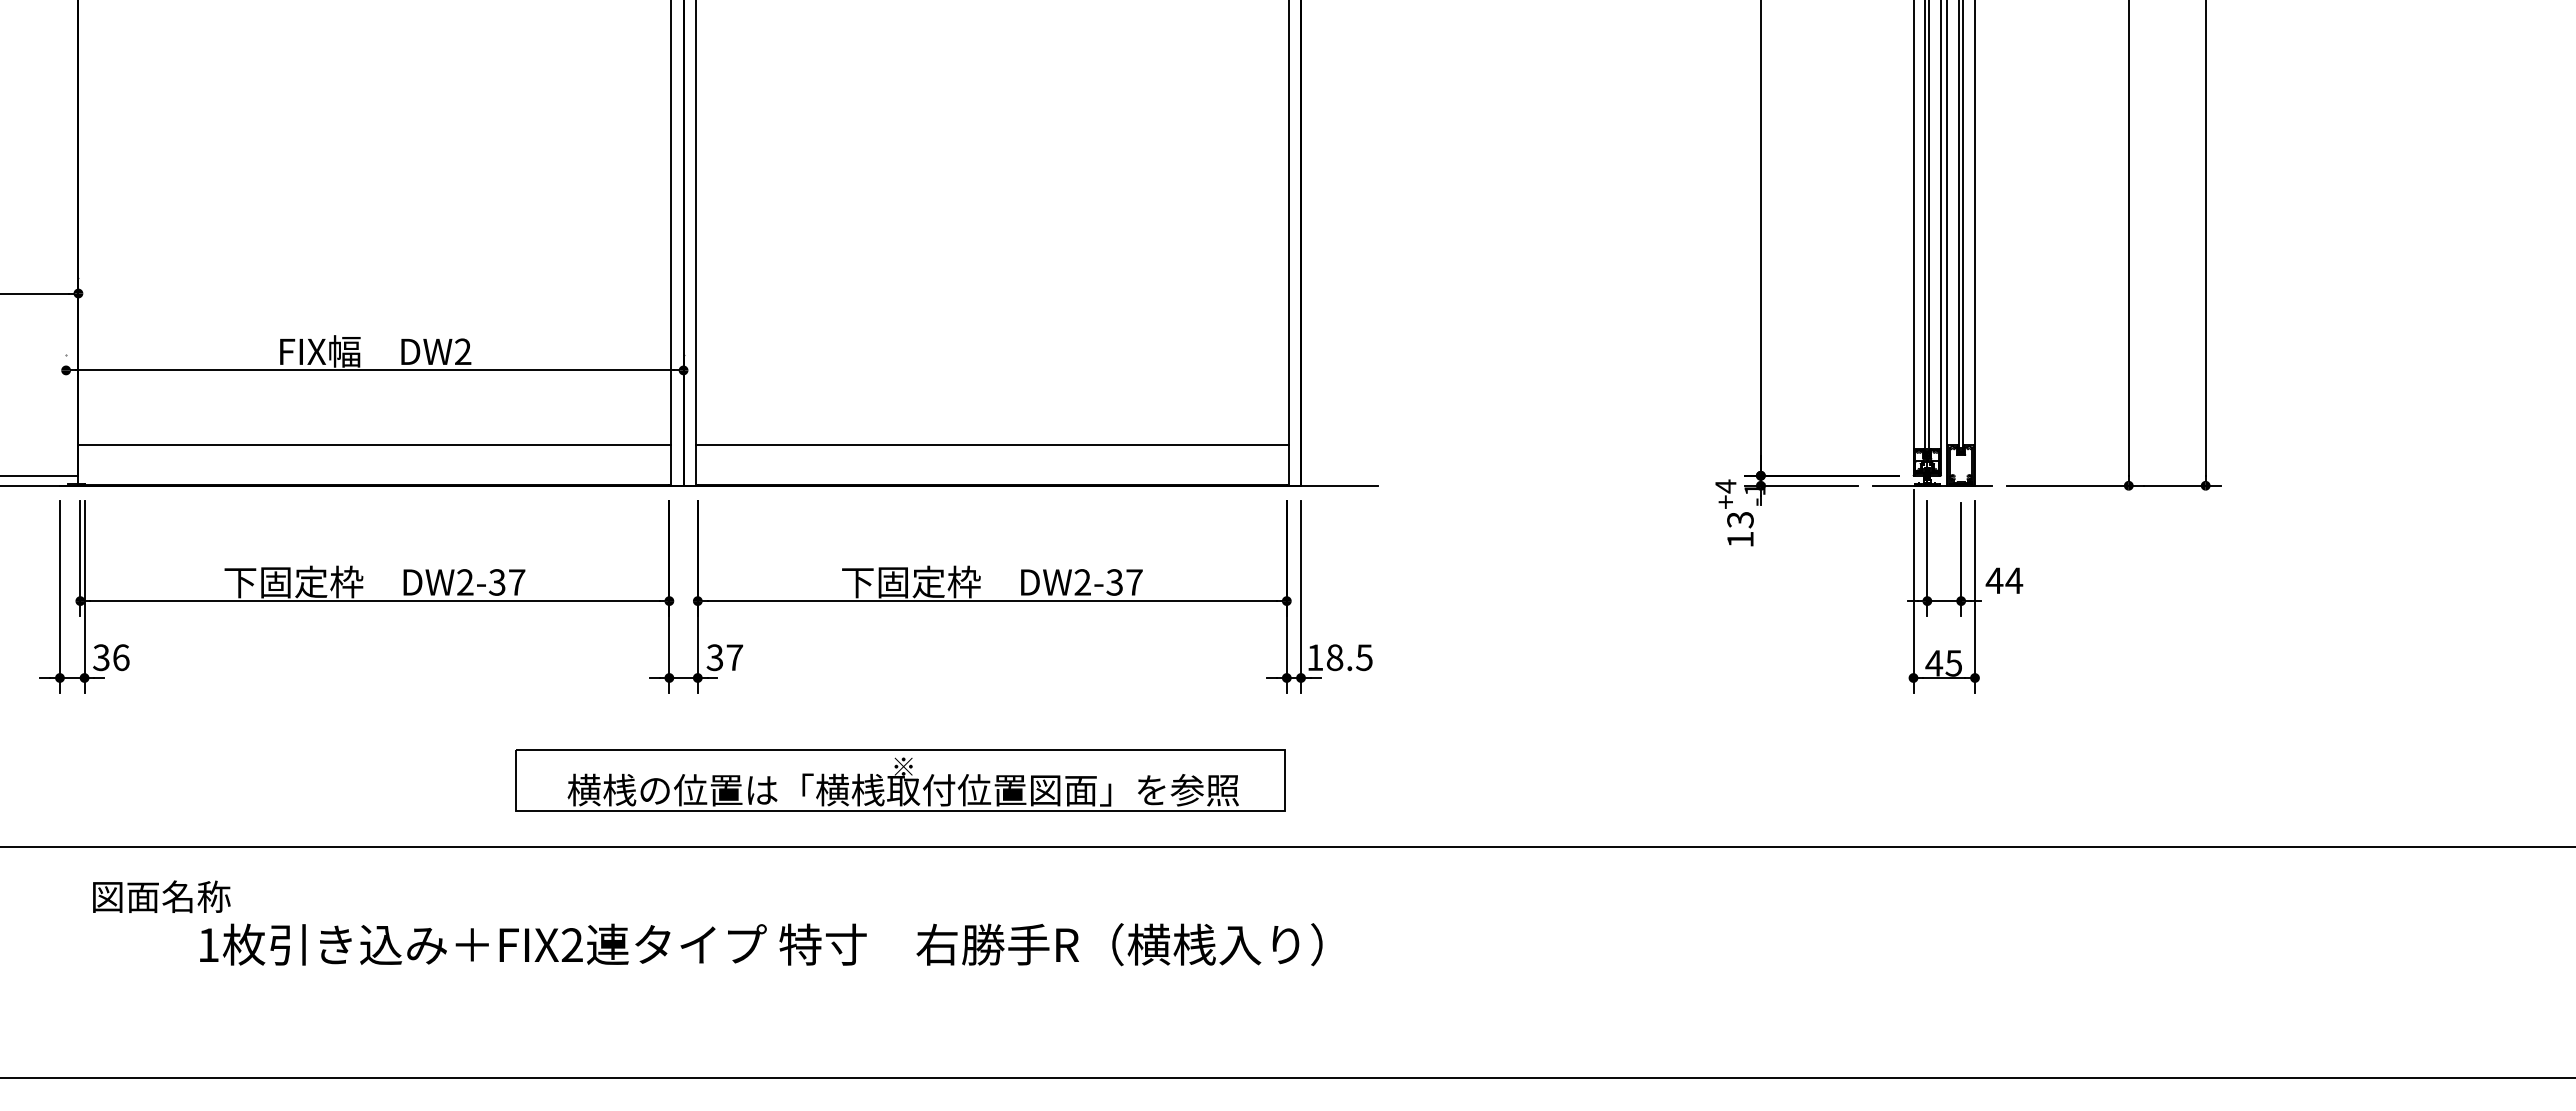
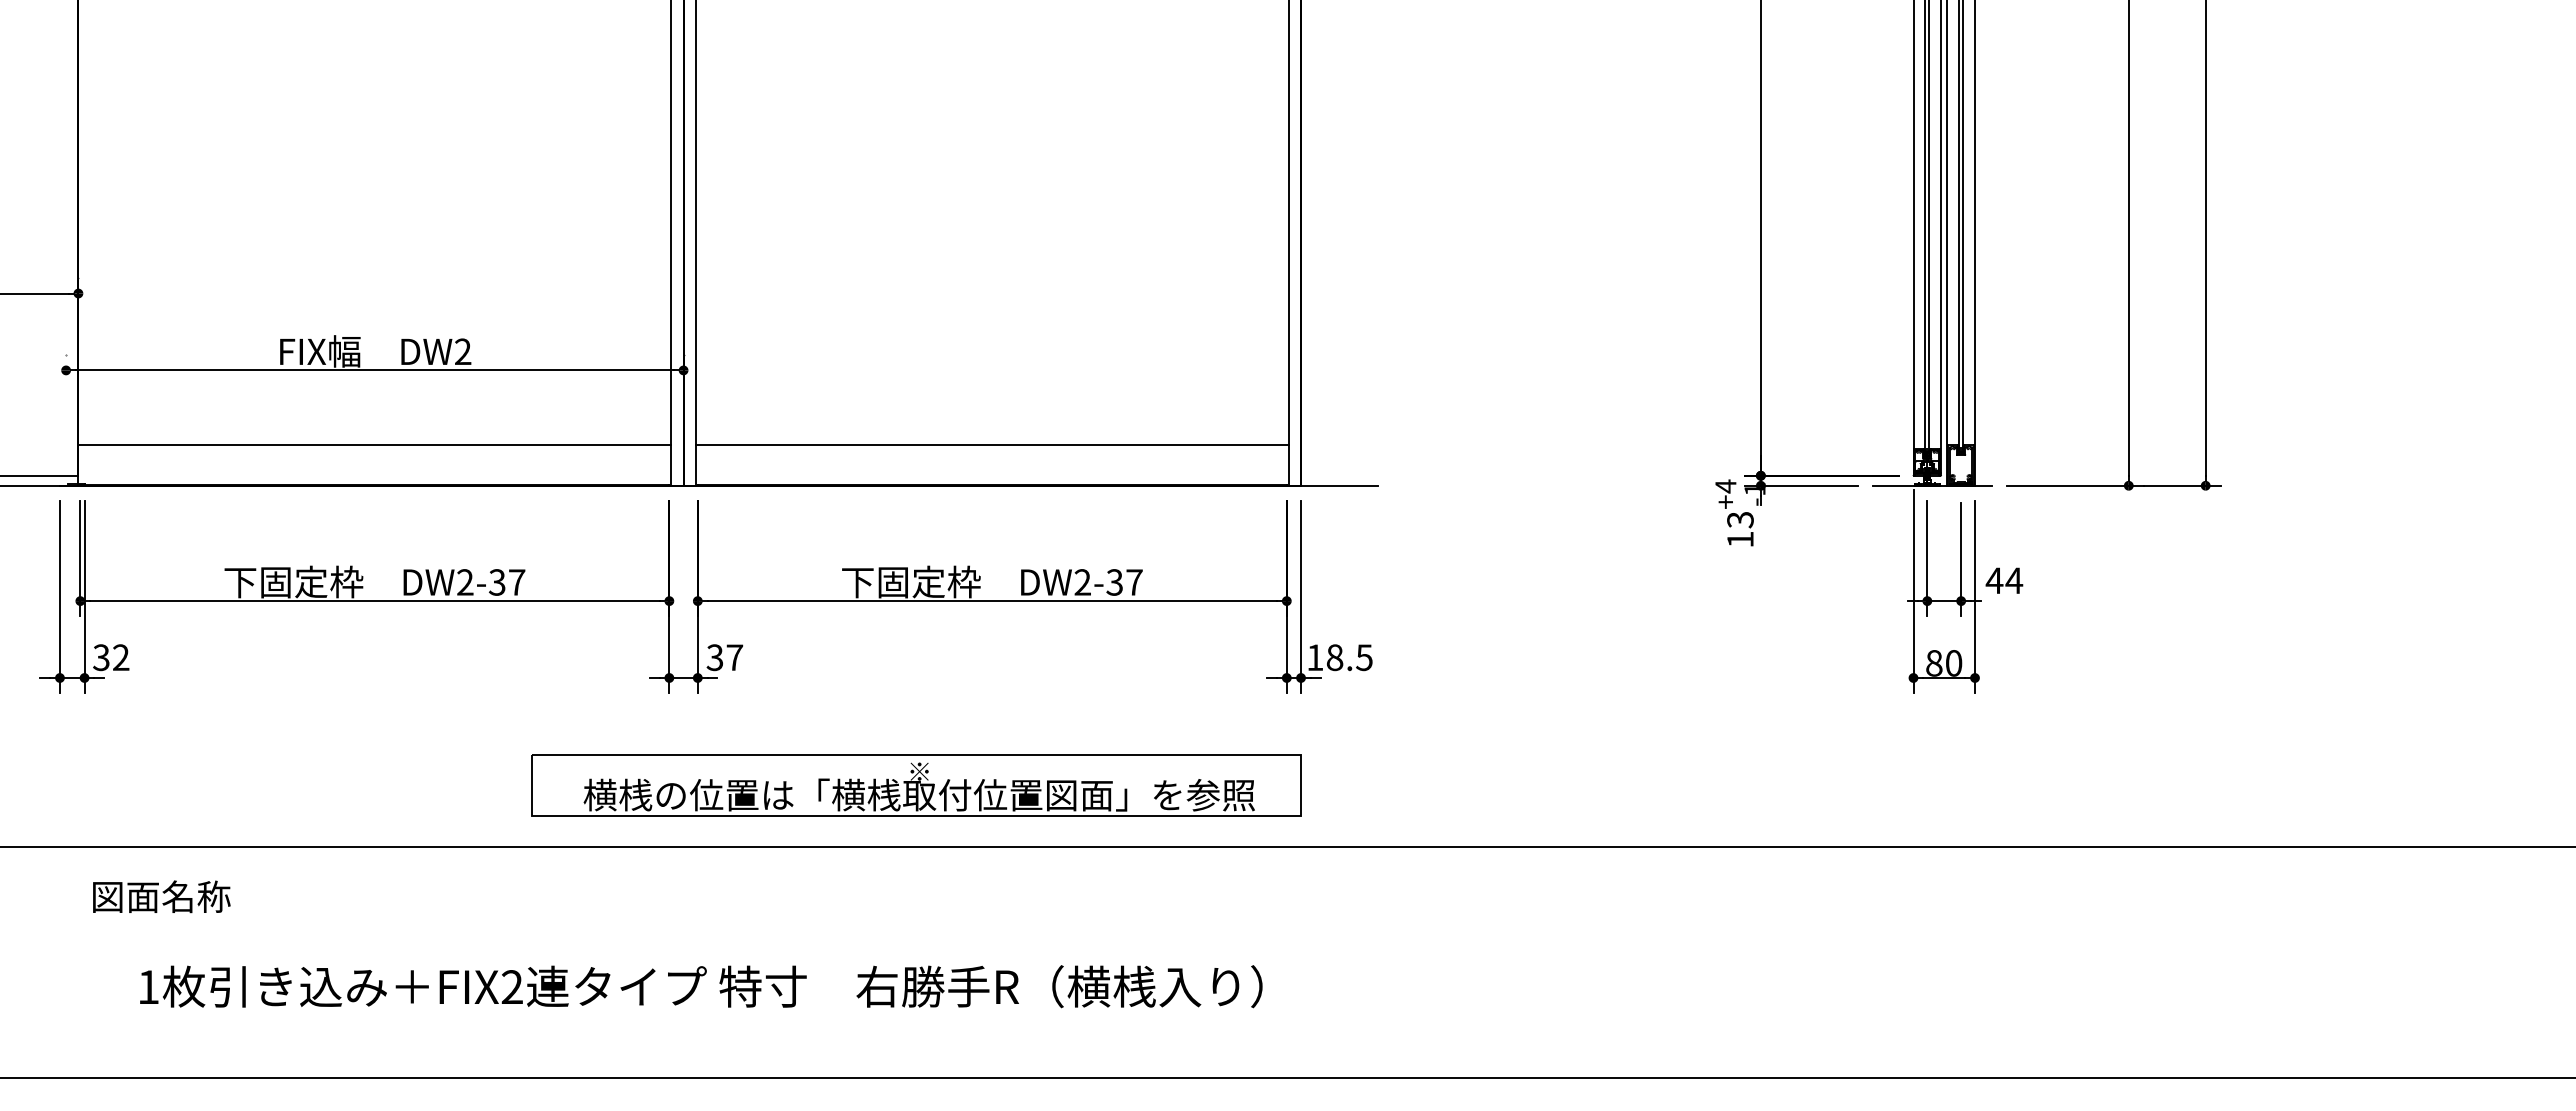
text at (121, 657): 36 -> 32
text at (1943, 663): 45 -> 80
part at (900, 780) position: (900, 780) -> (916, 785)
text at (761, 944) position: (761, 944) -> (701, 986)
